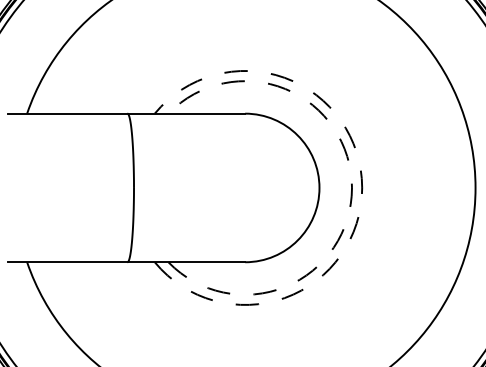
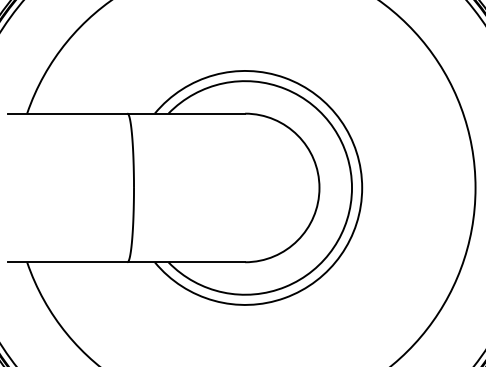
arc at (352, 187): dashed -> solid
arc at (362, 187): dashed -> solid
